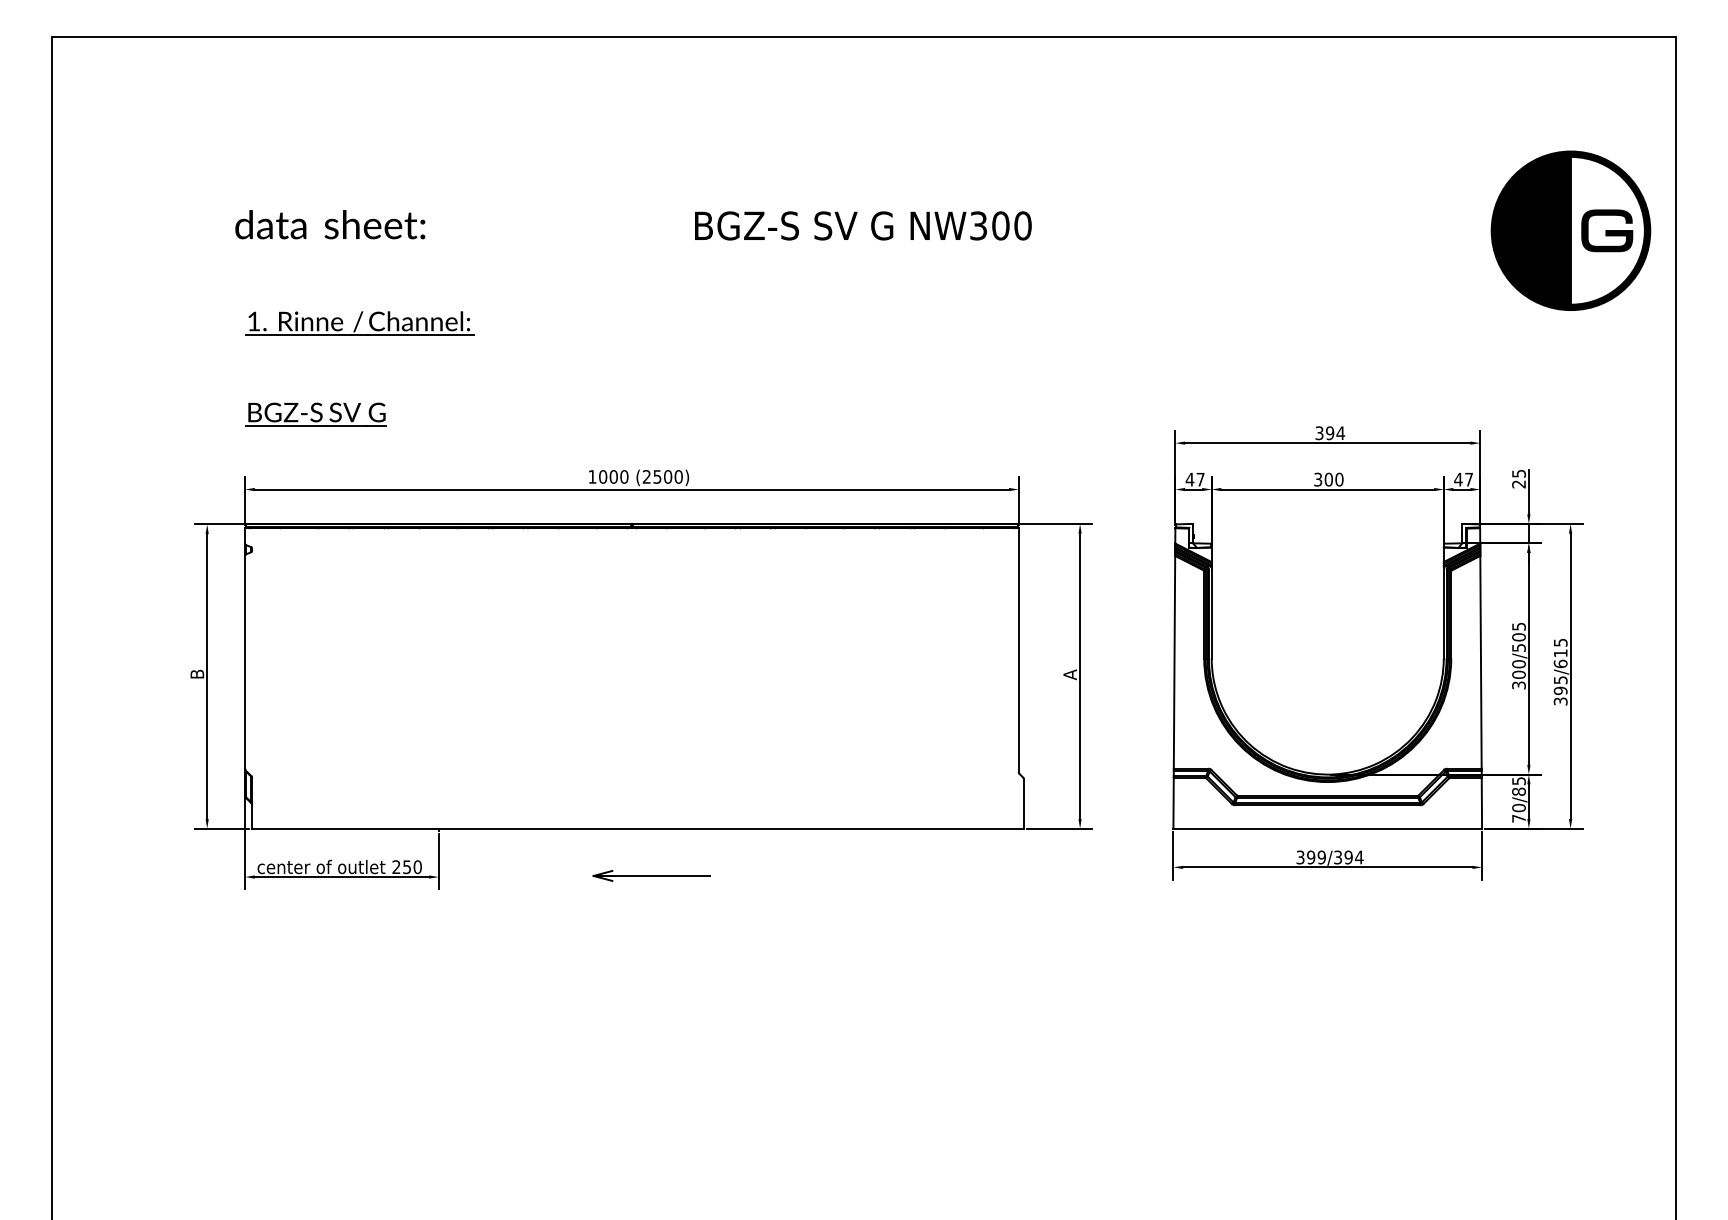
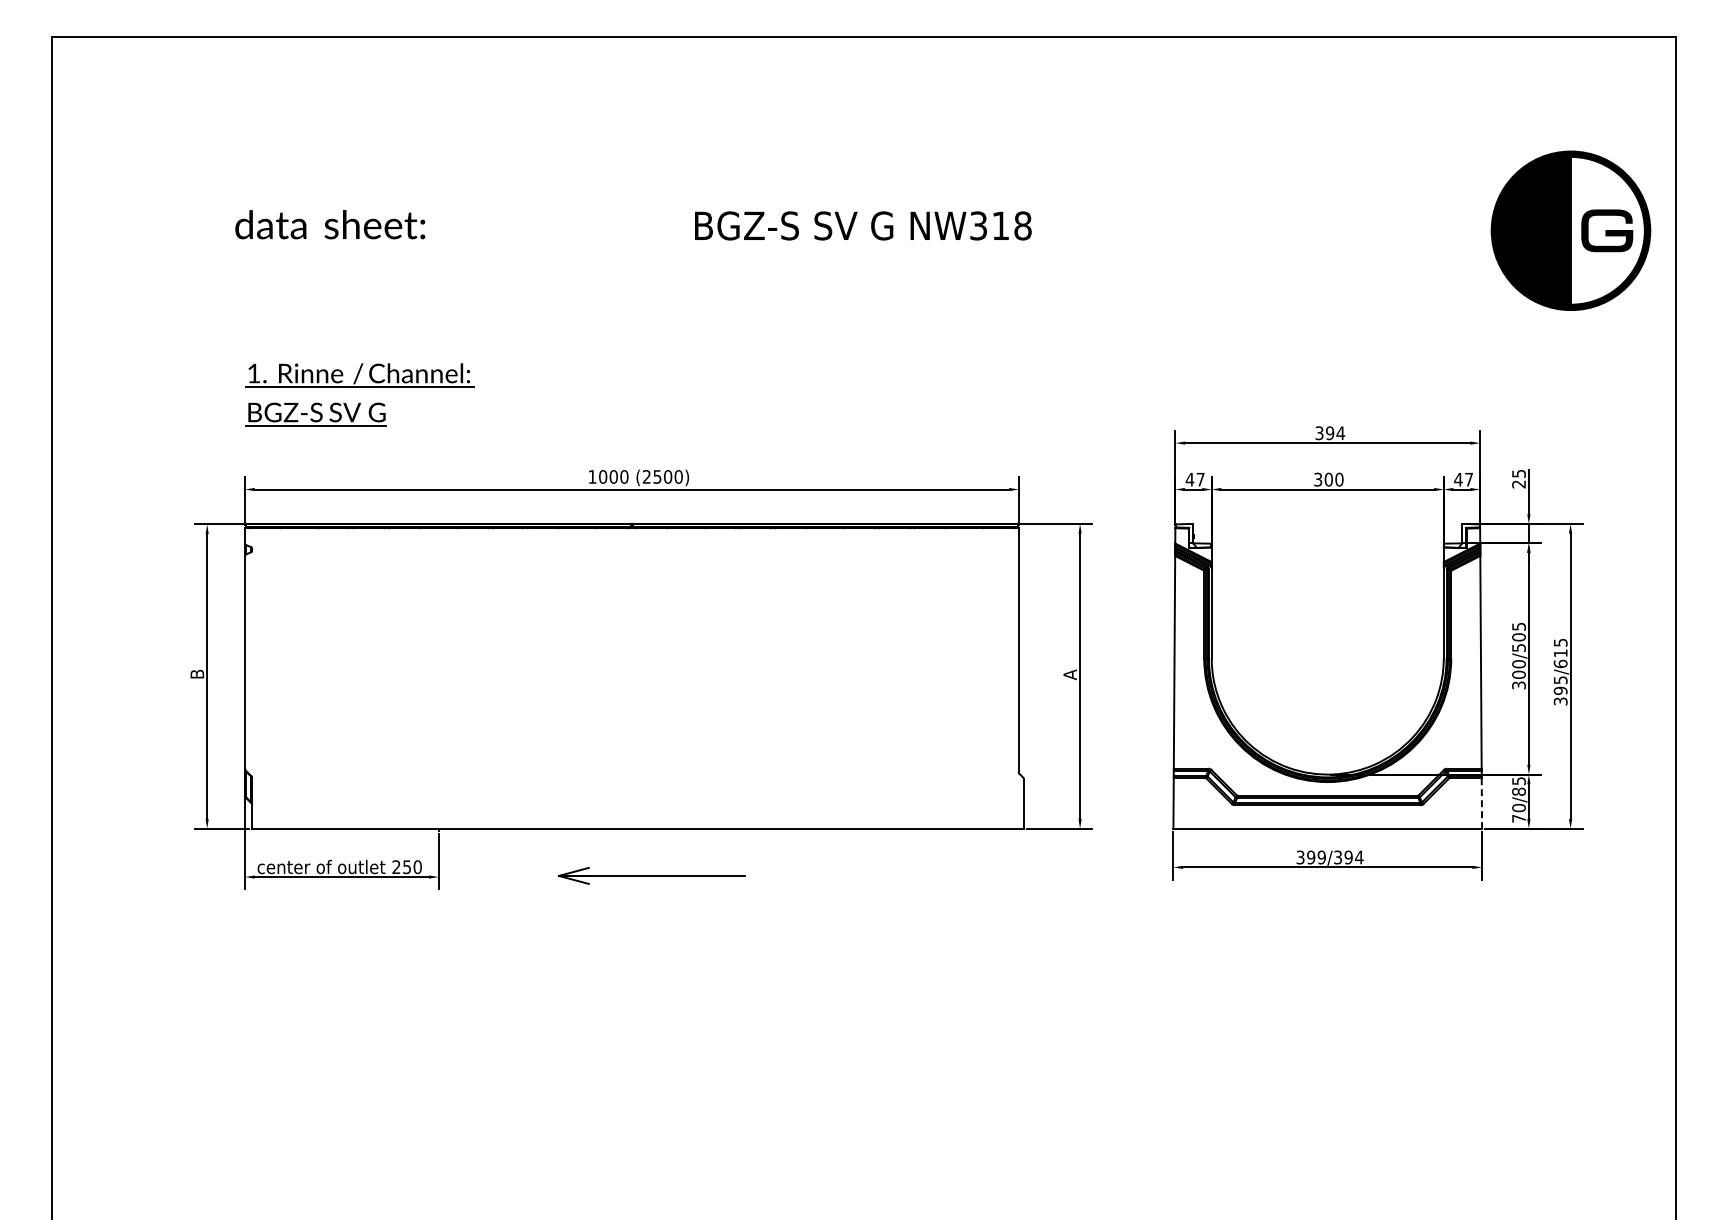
text at (1011, 225): NW300 -> NW318
part at (359, 323) position: (359, 323) -> (359, 375)
line at (1481, 803): solid -> dashed
part at (651, 875) size: 119x12 px -> 188x18 px
